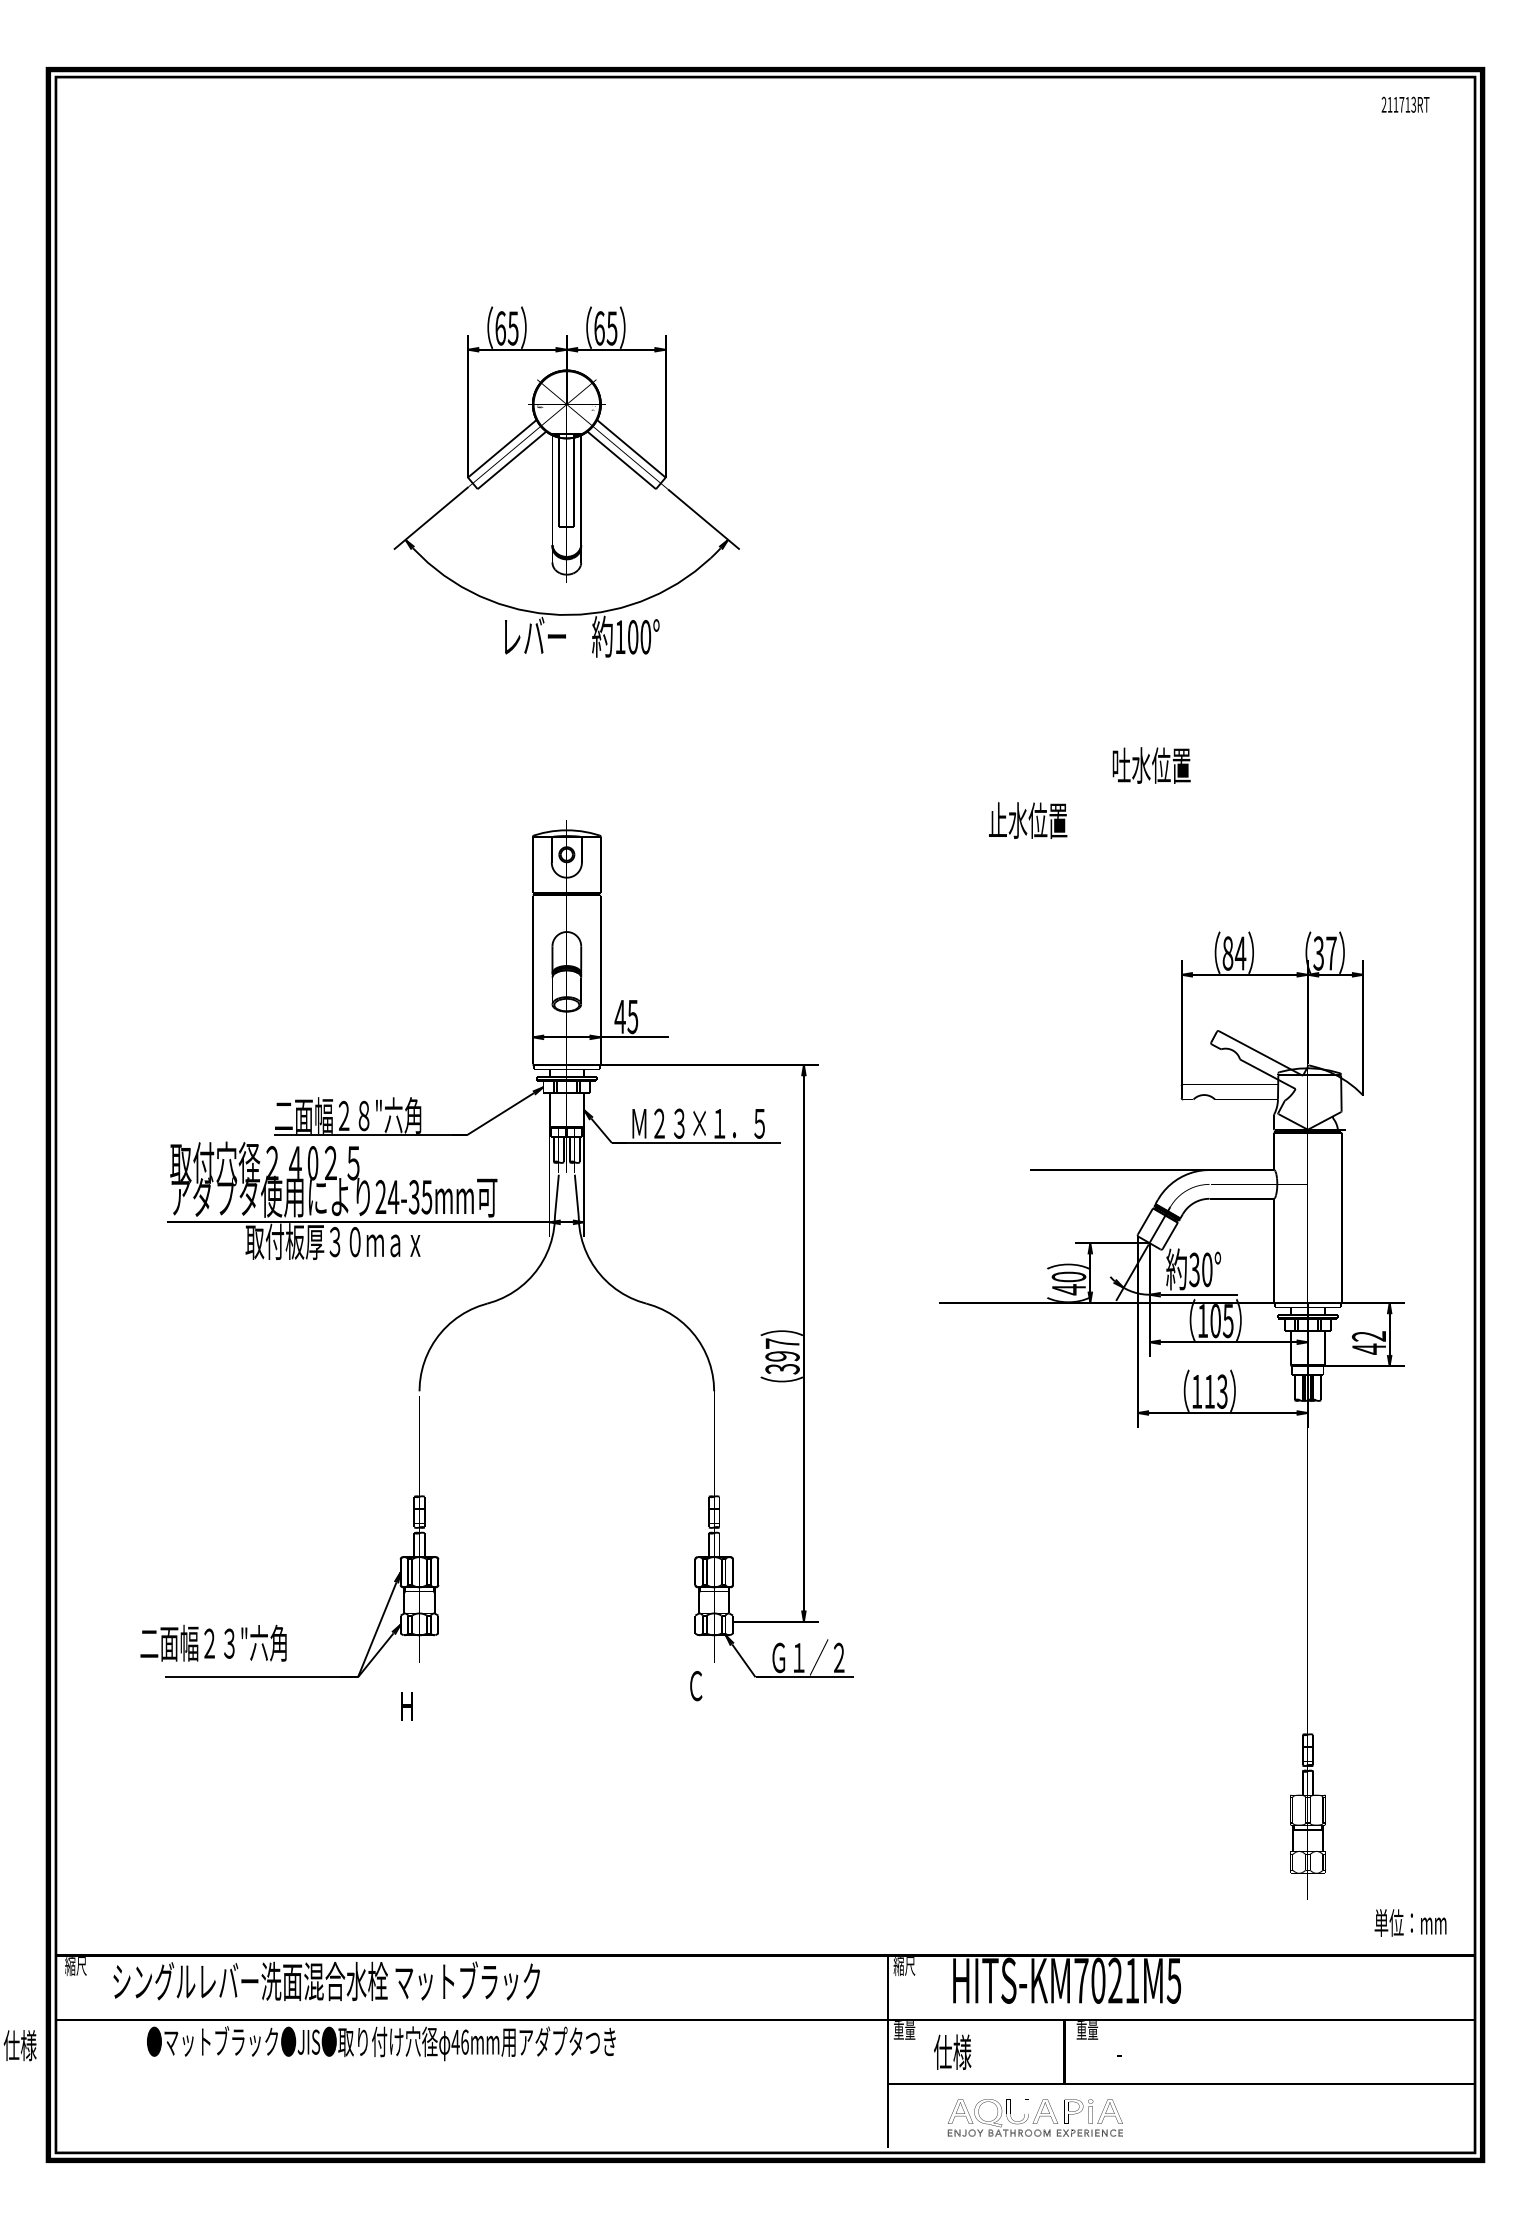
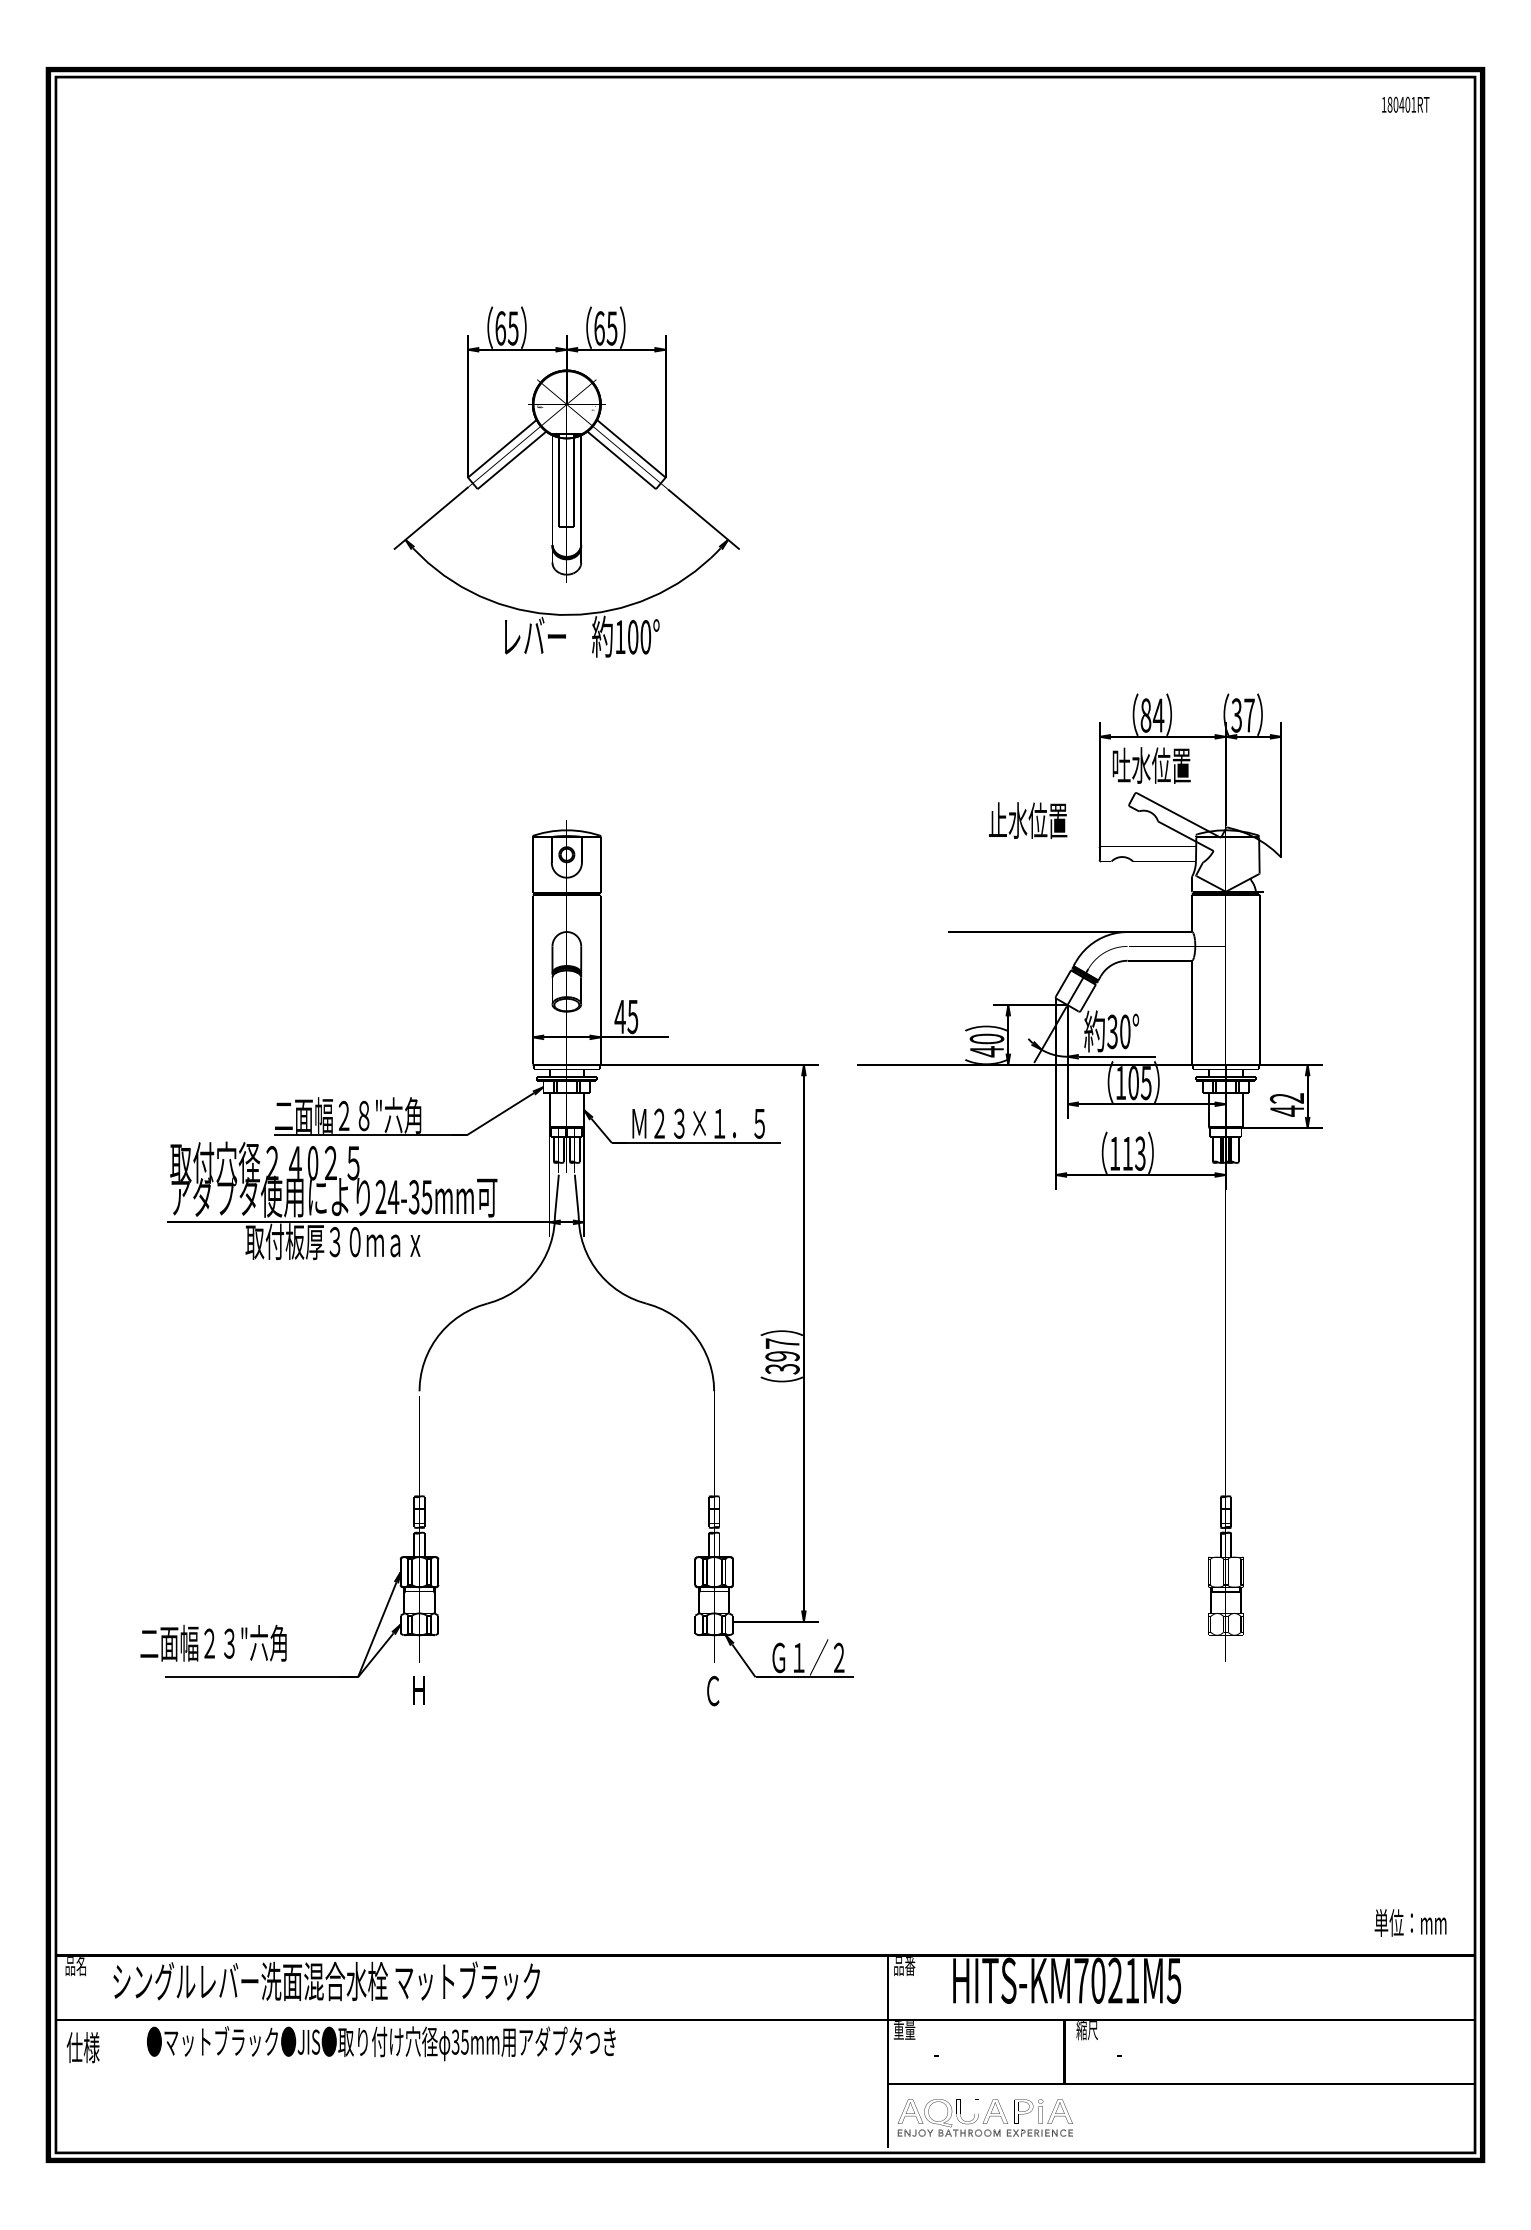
text at (1398, 104): 211713RT -> 180401RT
text at (1171, 1415) position: (1171, 1415) -> (1089, 1177)
text at (696, 1686) position: (696, 1686) -> (713, 1691)
text at (406, 1706) position: (406, 1706) -> (418, 1690)
text at (75, 1966): 縮尺 -> 品名
text at (904, 1966): 縮尺 -> 品番
text at (1087, 2030): 重量 -> 縮尺
text at (459, 2041): 46mm -> 35mm
text at (19, 2045) position: (19, 2045) -> (82, 2047)
text at (952, 2051): 仕様 -> -
part at (1034, 2117) position: (1034, 2117) -> (984, 2117)
